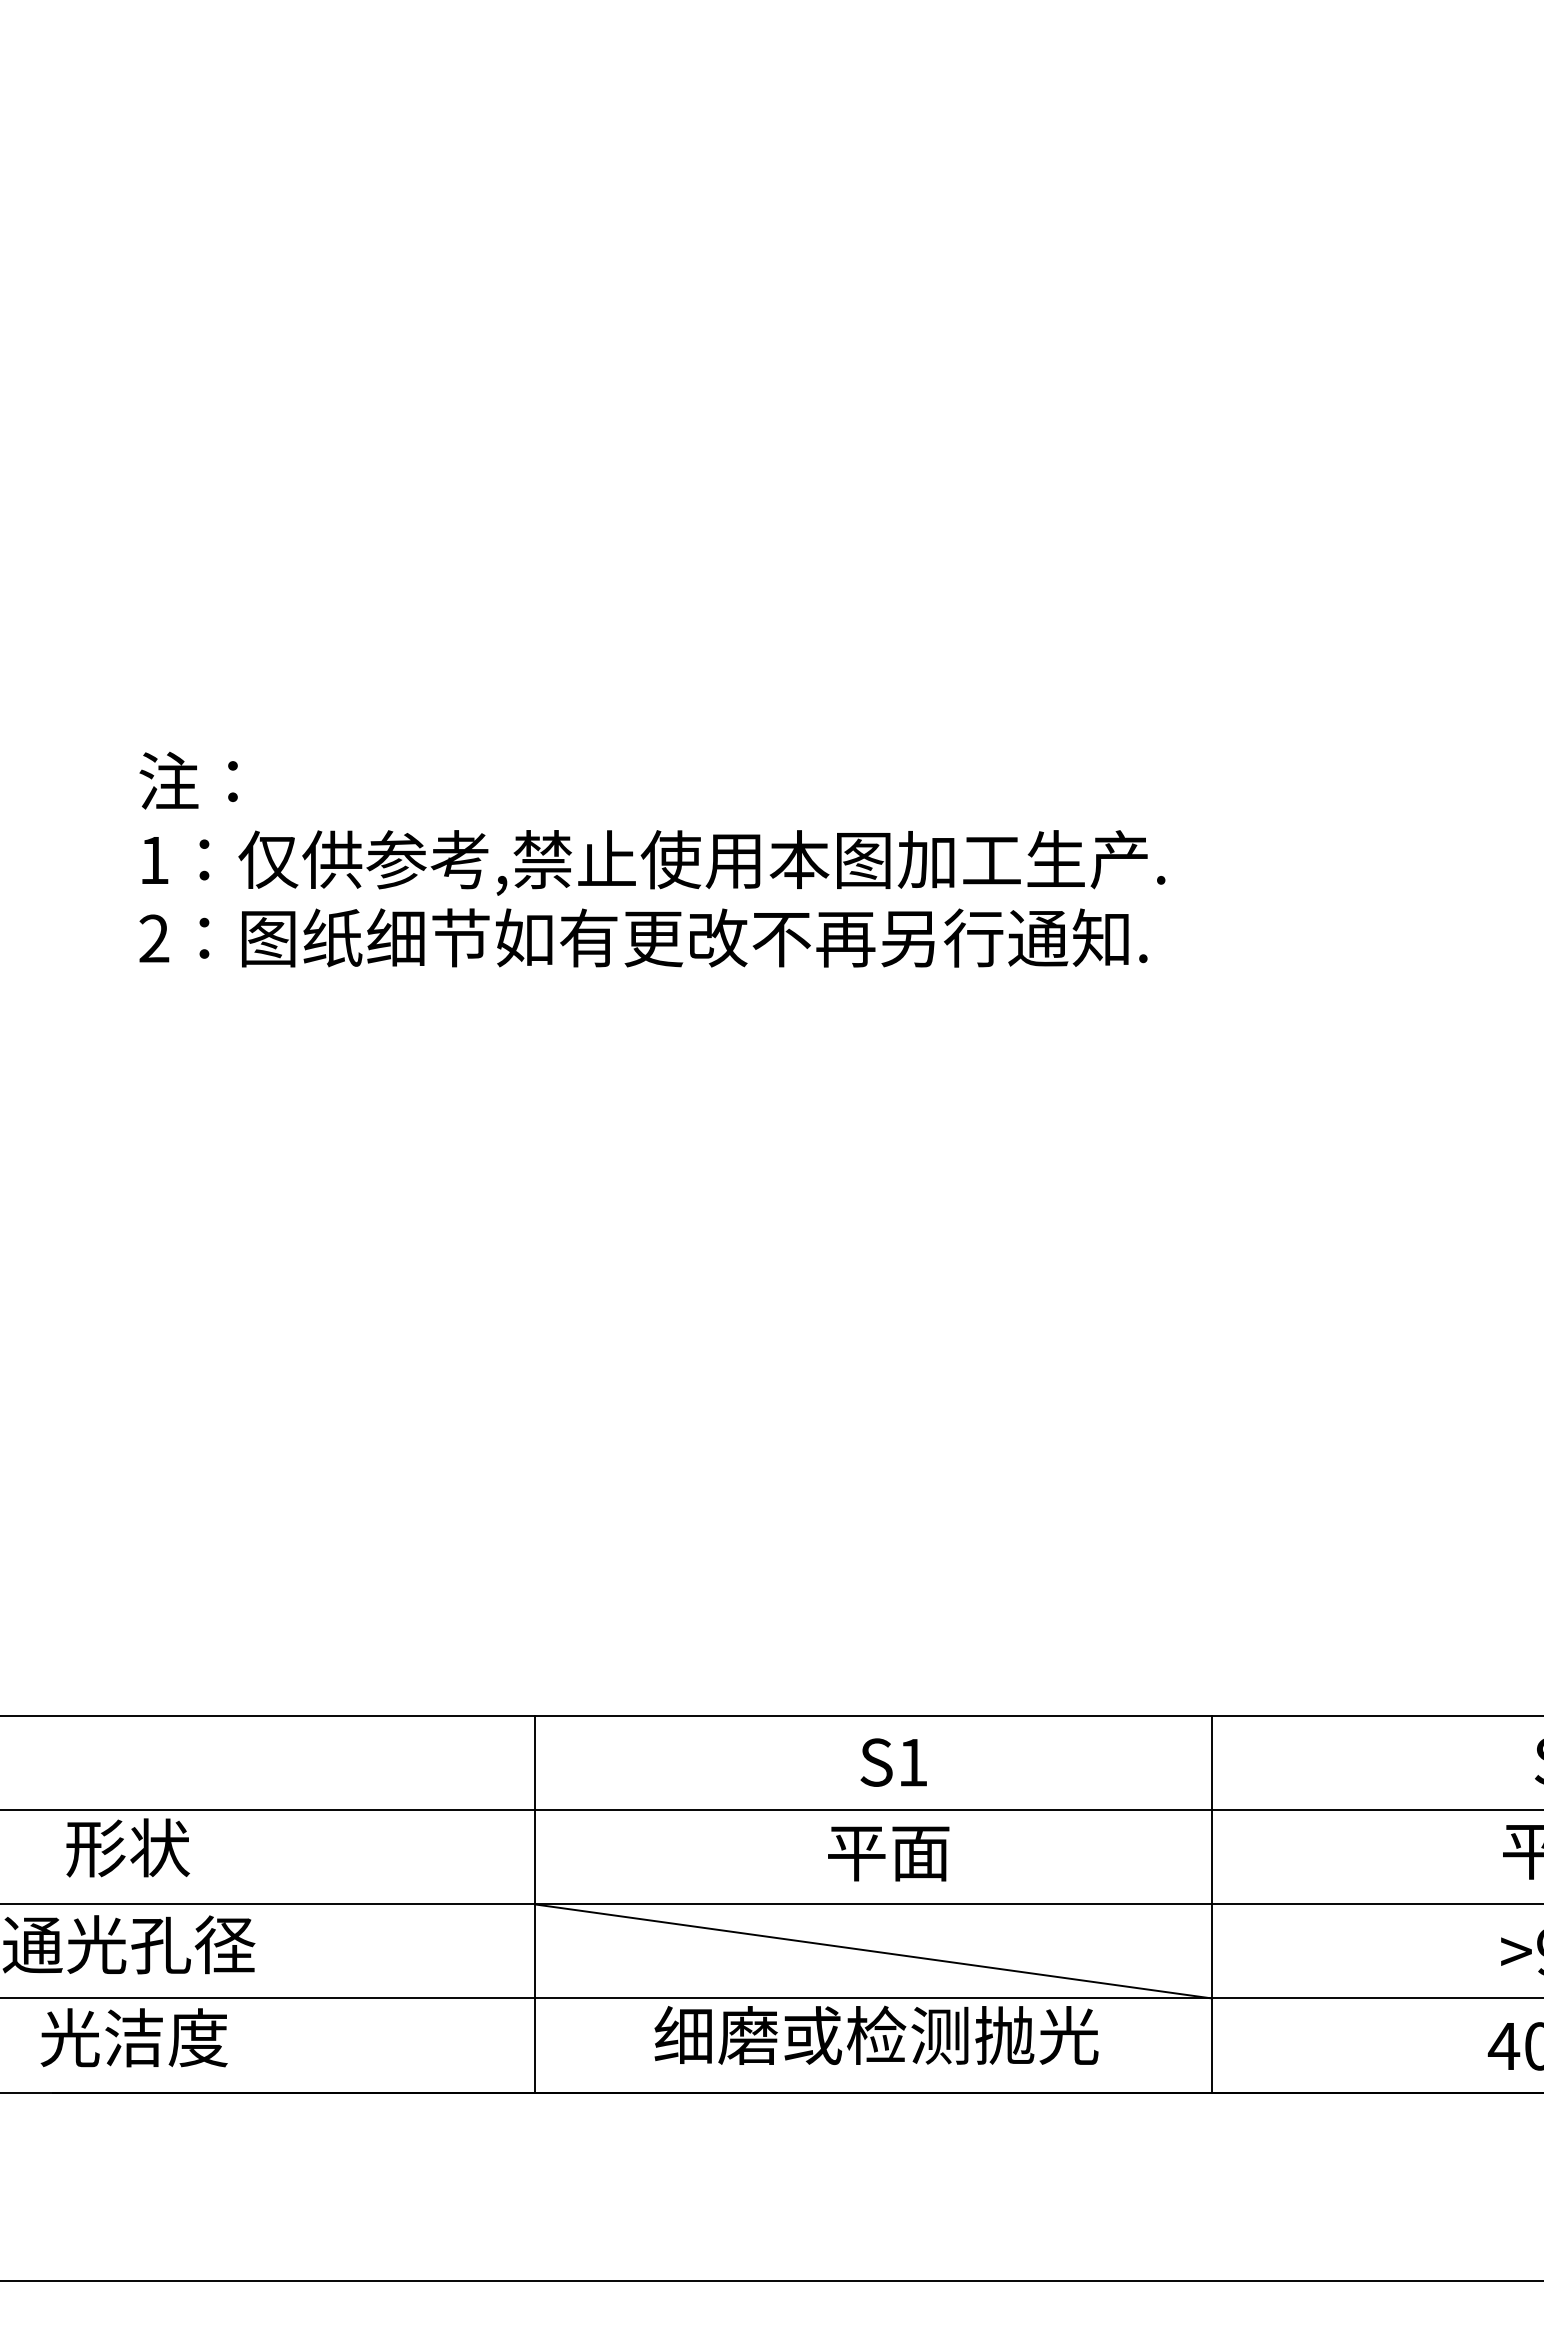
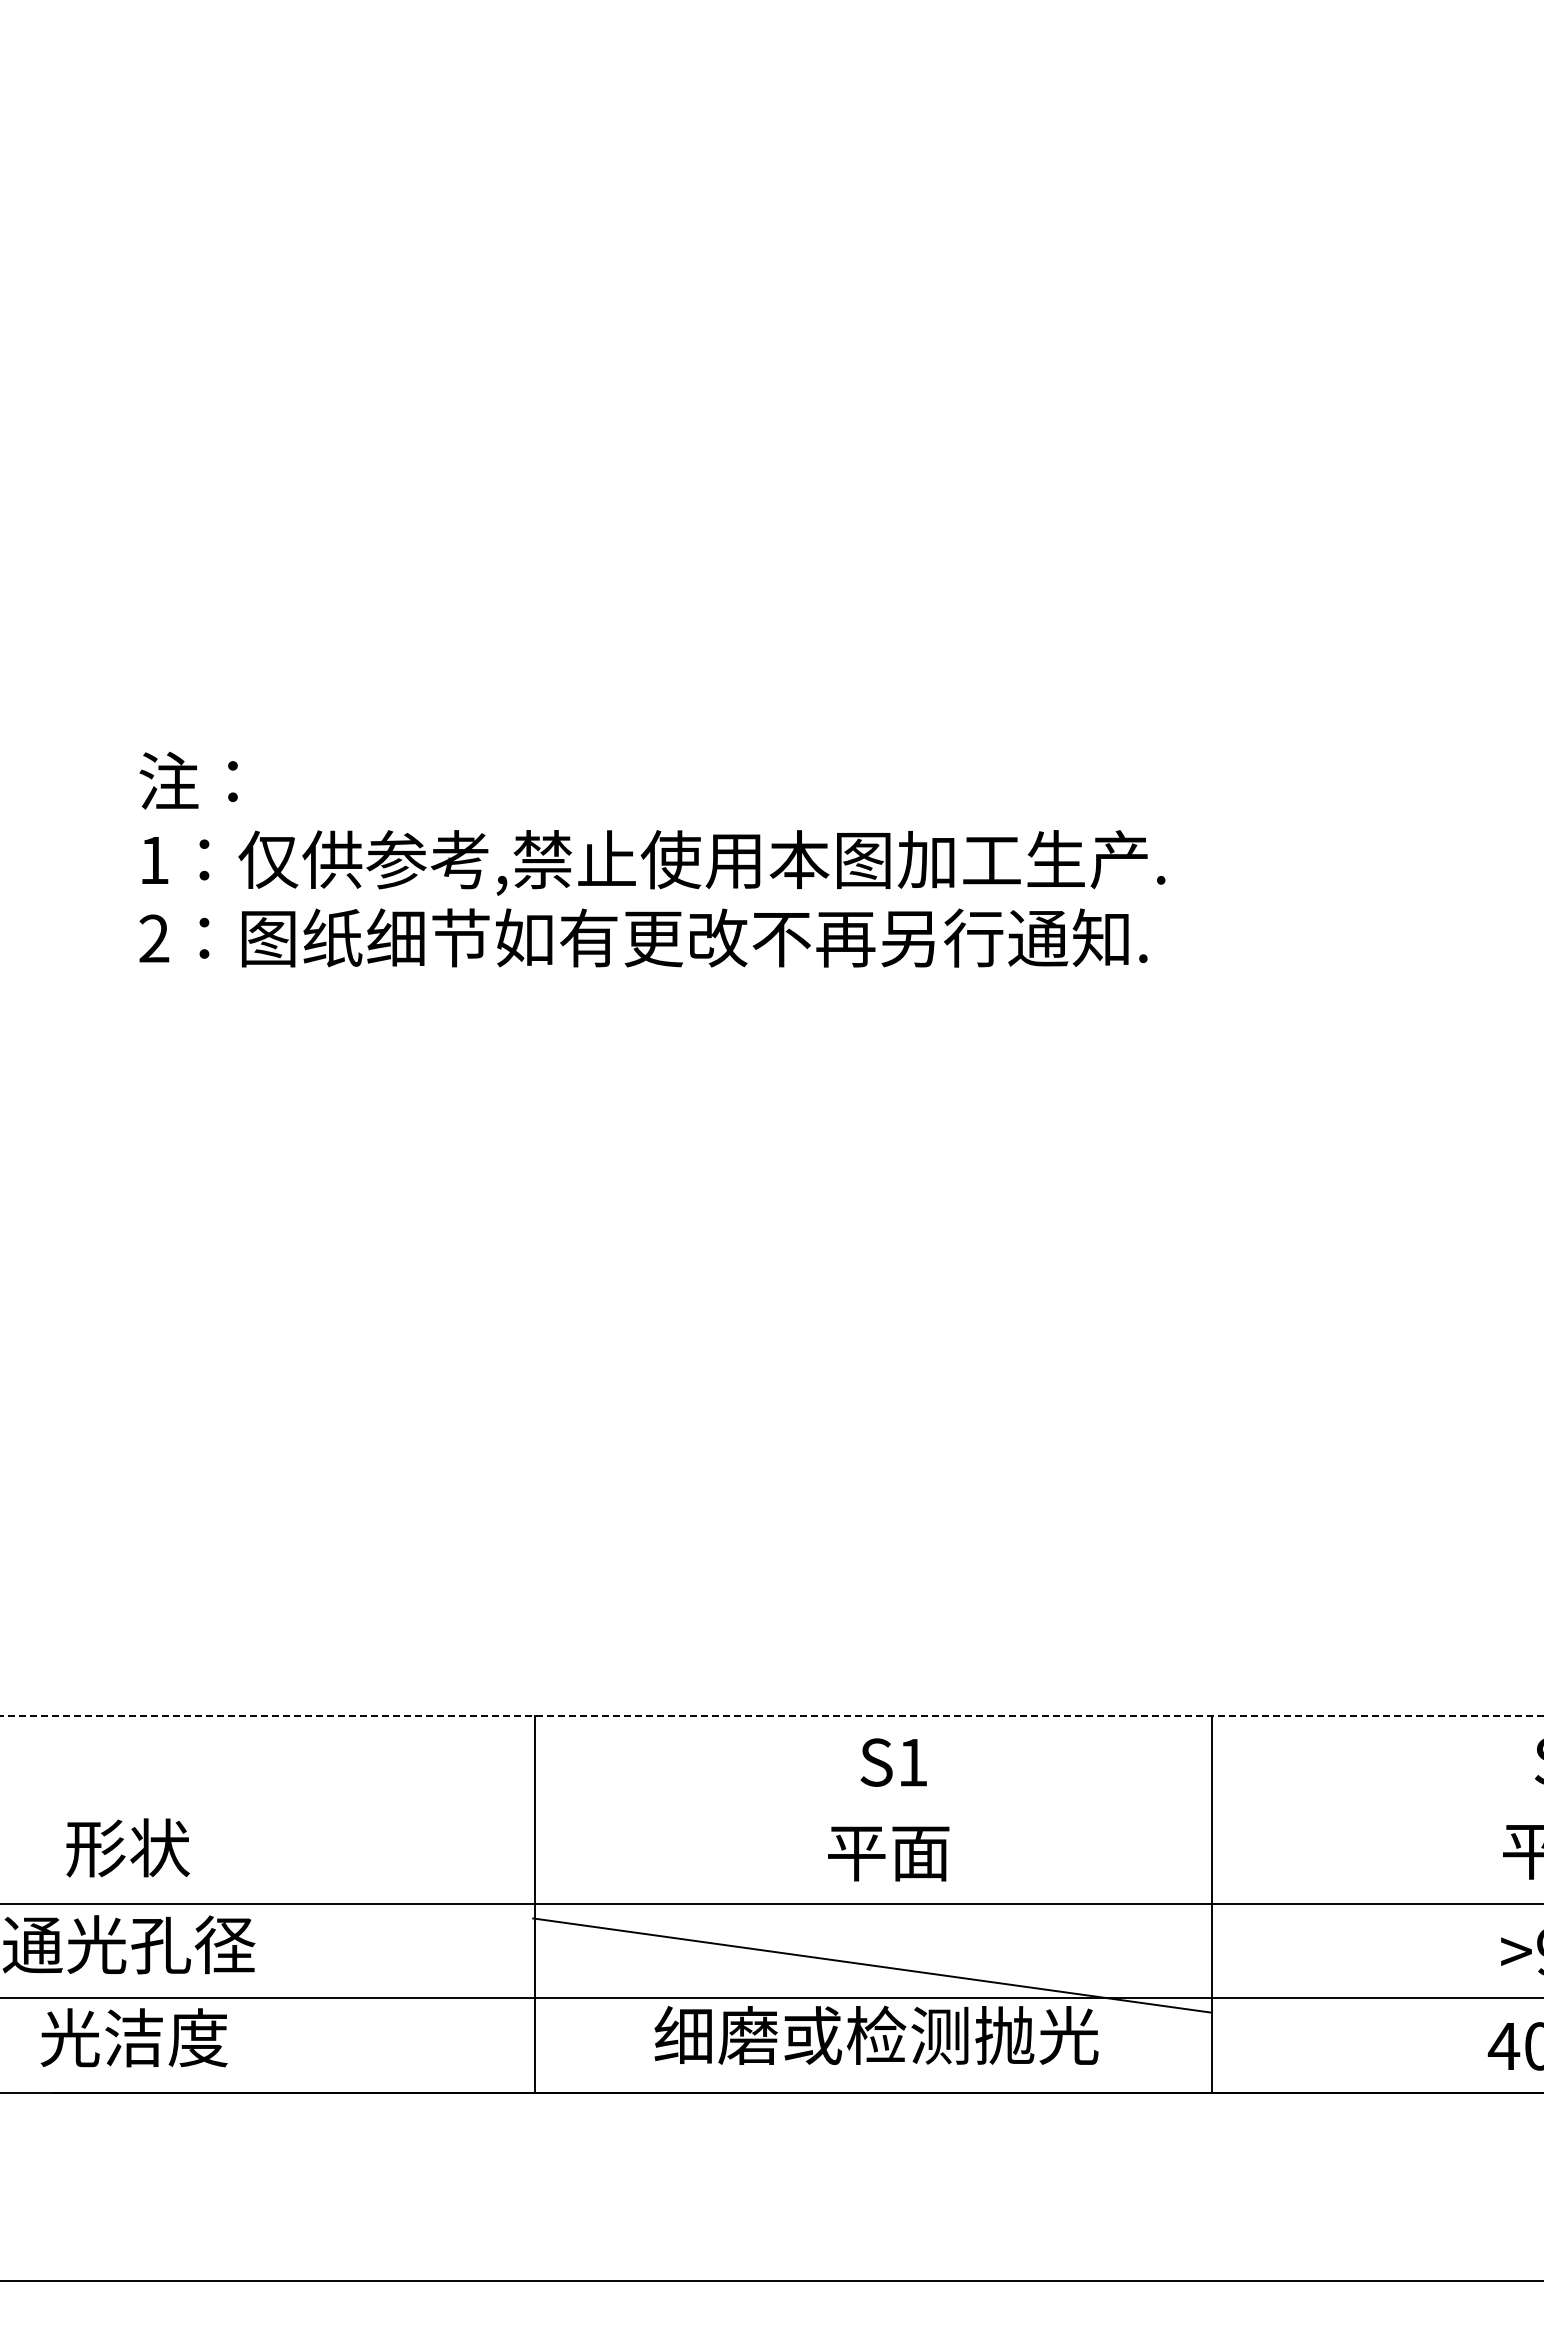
line at (772, 1716): solid -> dashed
line at (771, 1810): present -> none
line at (873, 1951) position: (873, 1951) -> (871, 1965)
